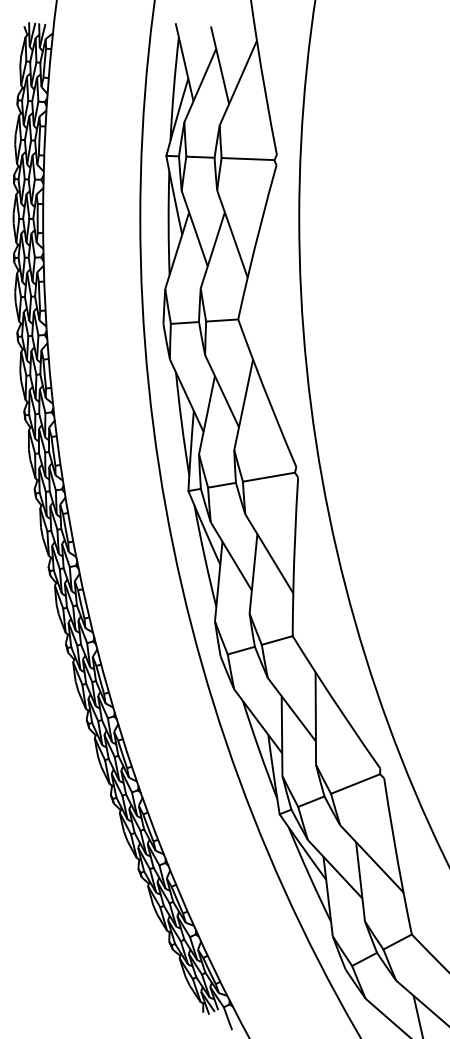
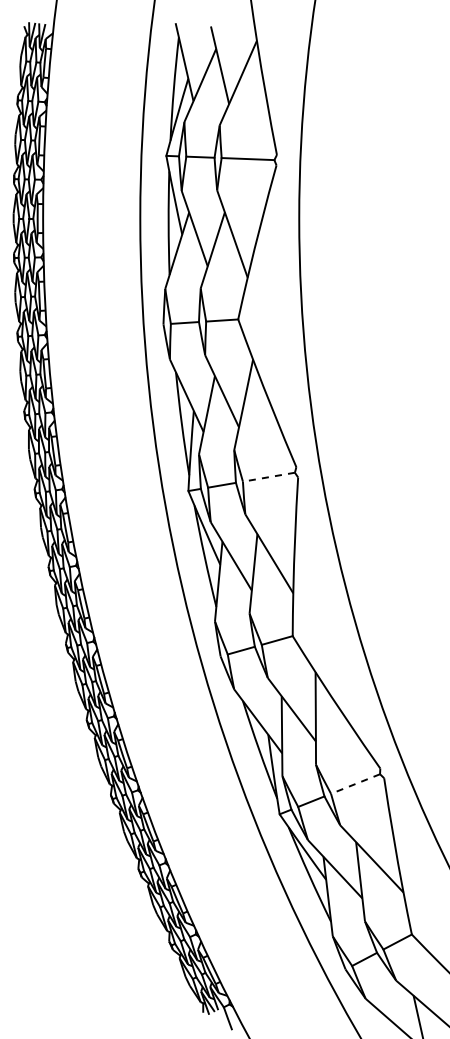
line at (268, 477): solid -> dashed
line at (355, 784): solid -> dashed
